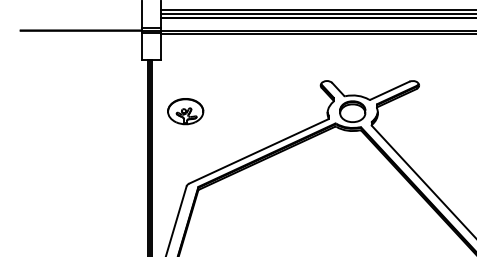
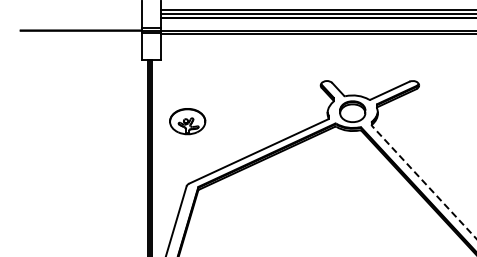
part at (185, 111) position: (185, 111) -> (187, 121)
line at (424, 182): solid -> dashed
